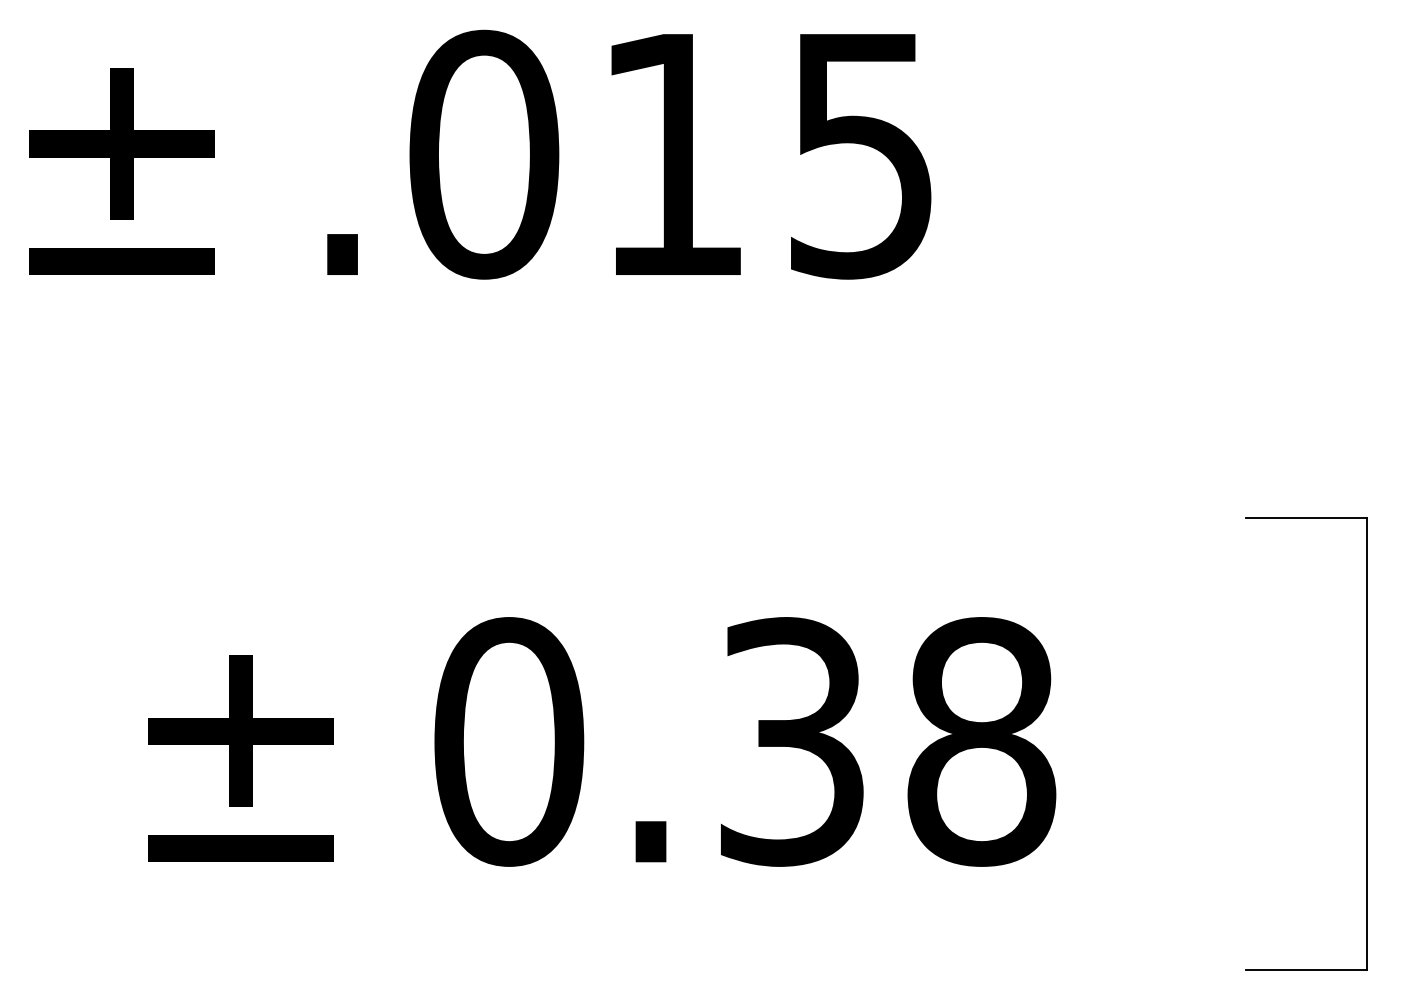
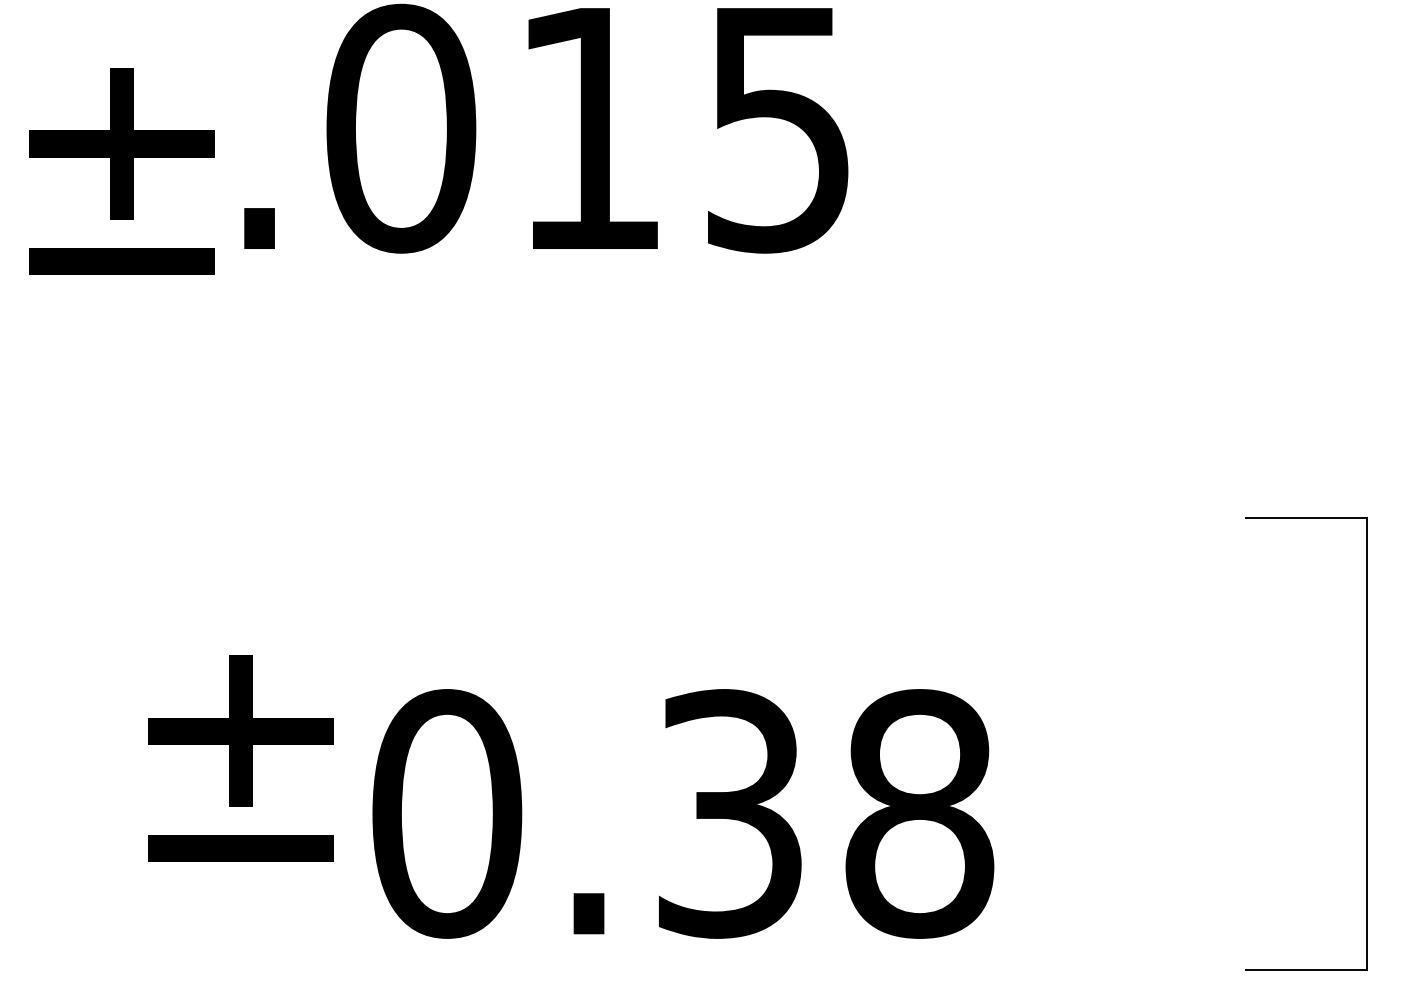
text at (629, 154) position: (629, 154) -> (546, 128)
text at (745, 741) position: (745, 741) -> (683, 813)
